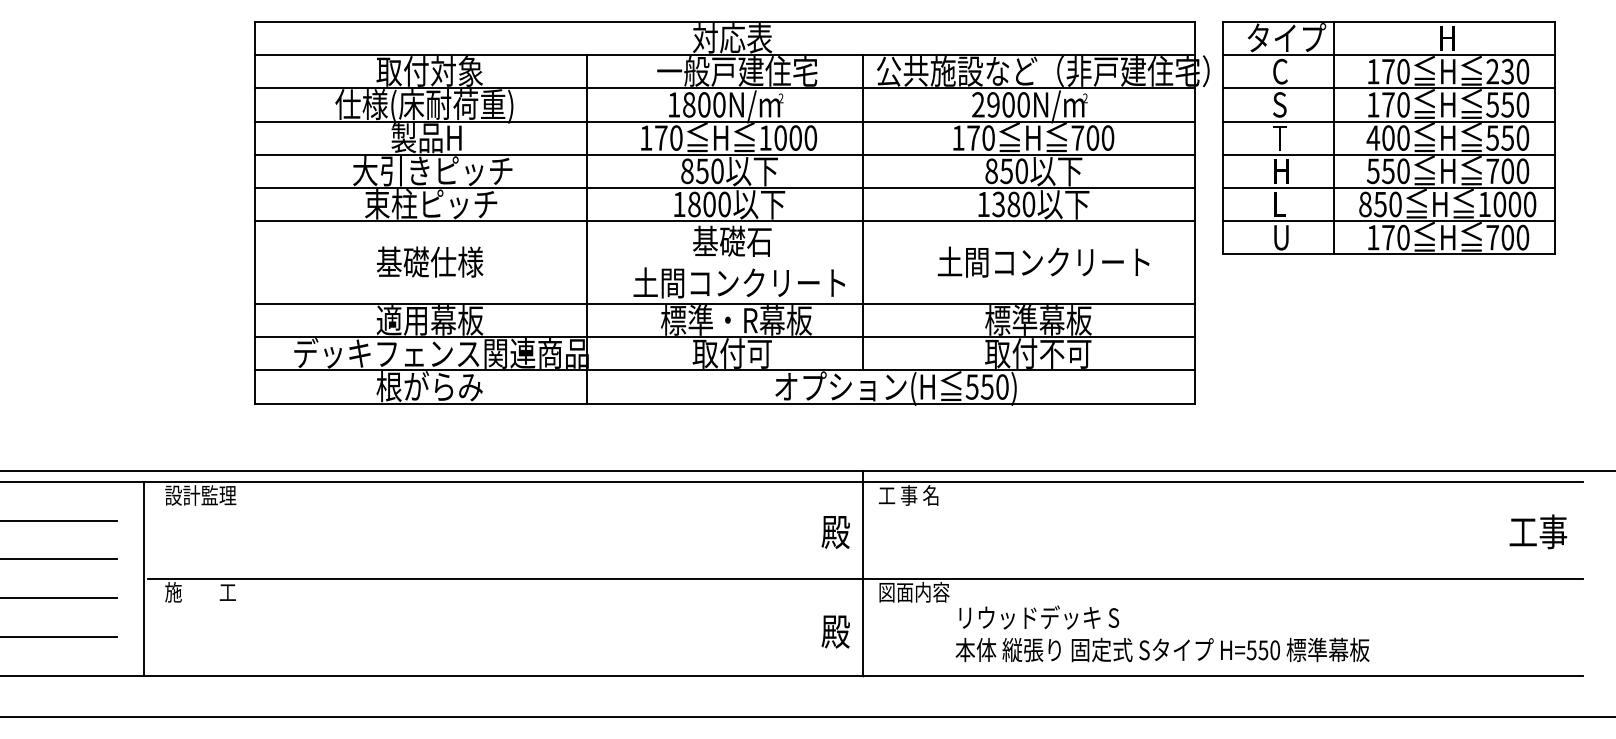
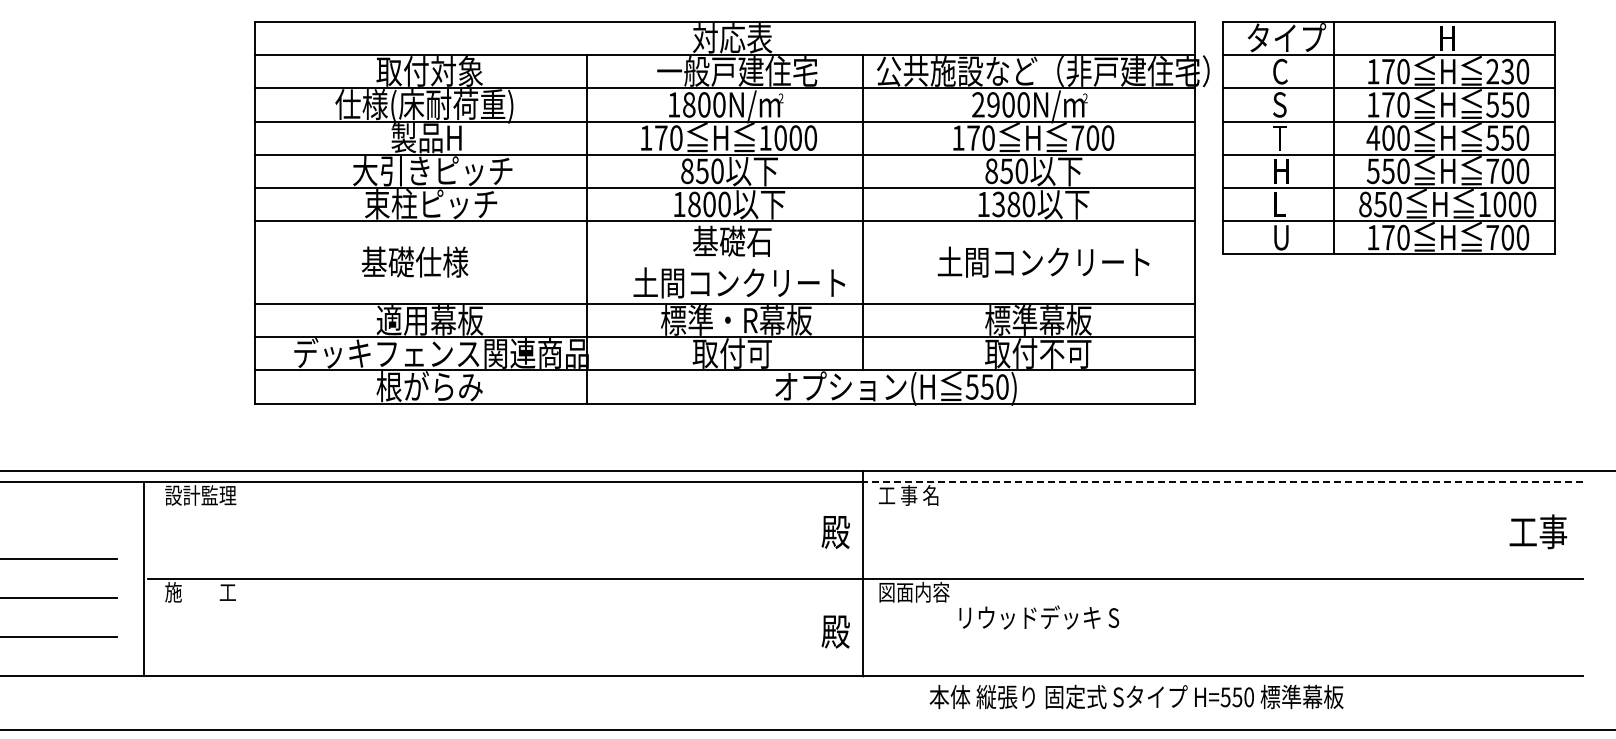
text at (430, 261) position: (430, 261) -> (415, 261)
line at (1222, 481): solid -> dashed
line at (59, 520): present -> none
text at (1162, 649) position: (1162, 649) -> (1136, 696)
line at (807, 717) position: (807, 717) -> (807, 730)
